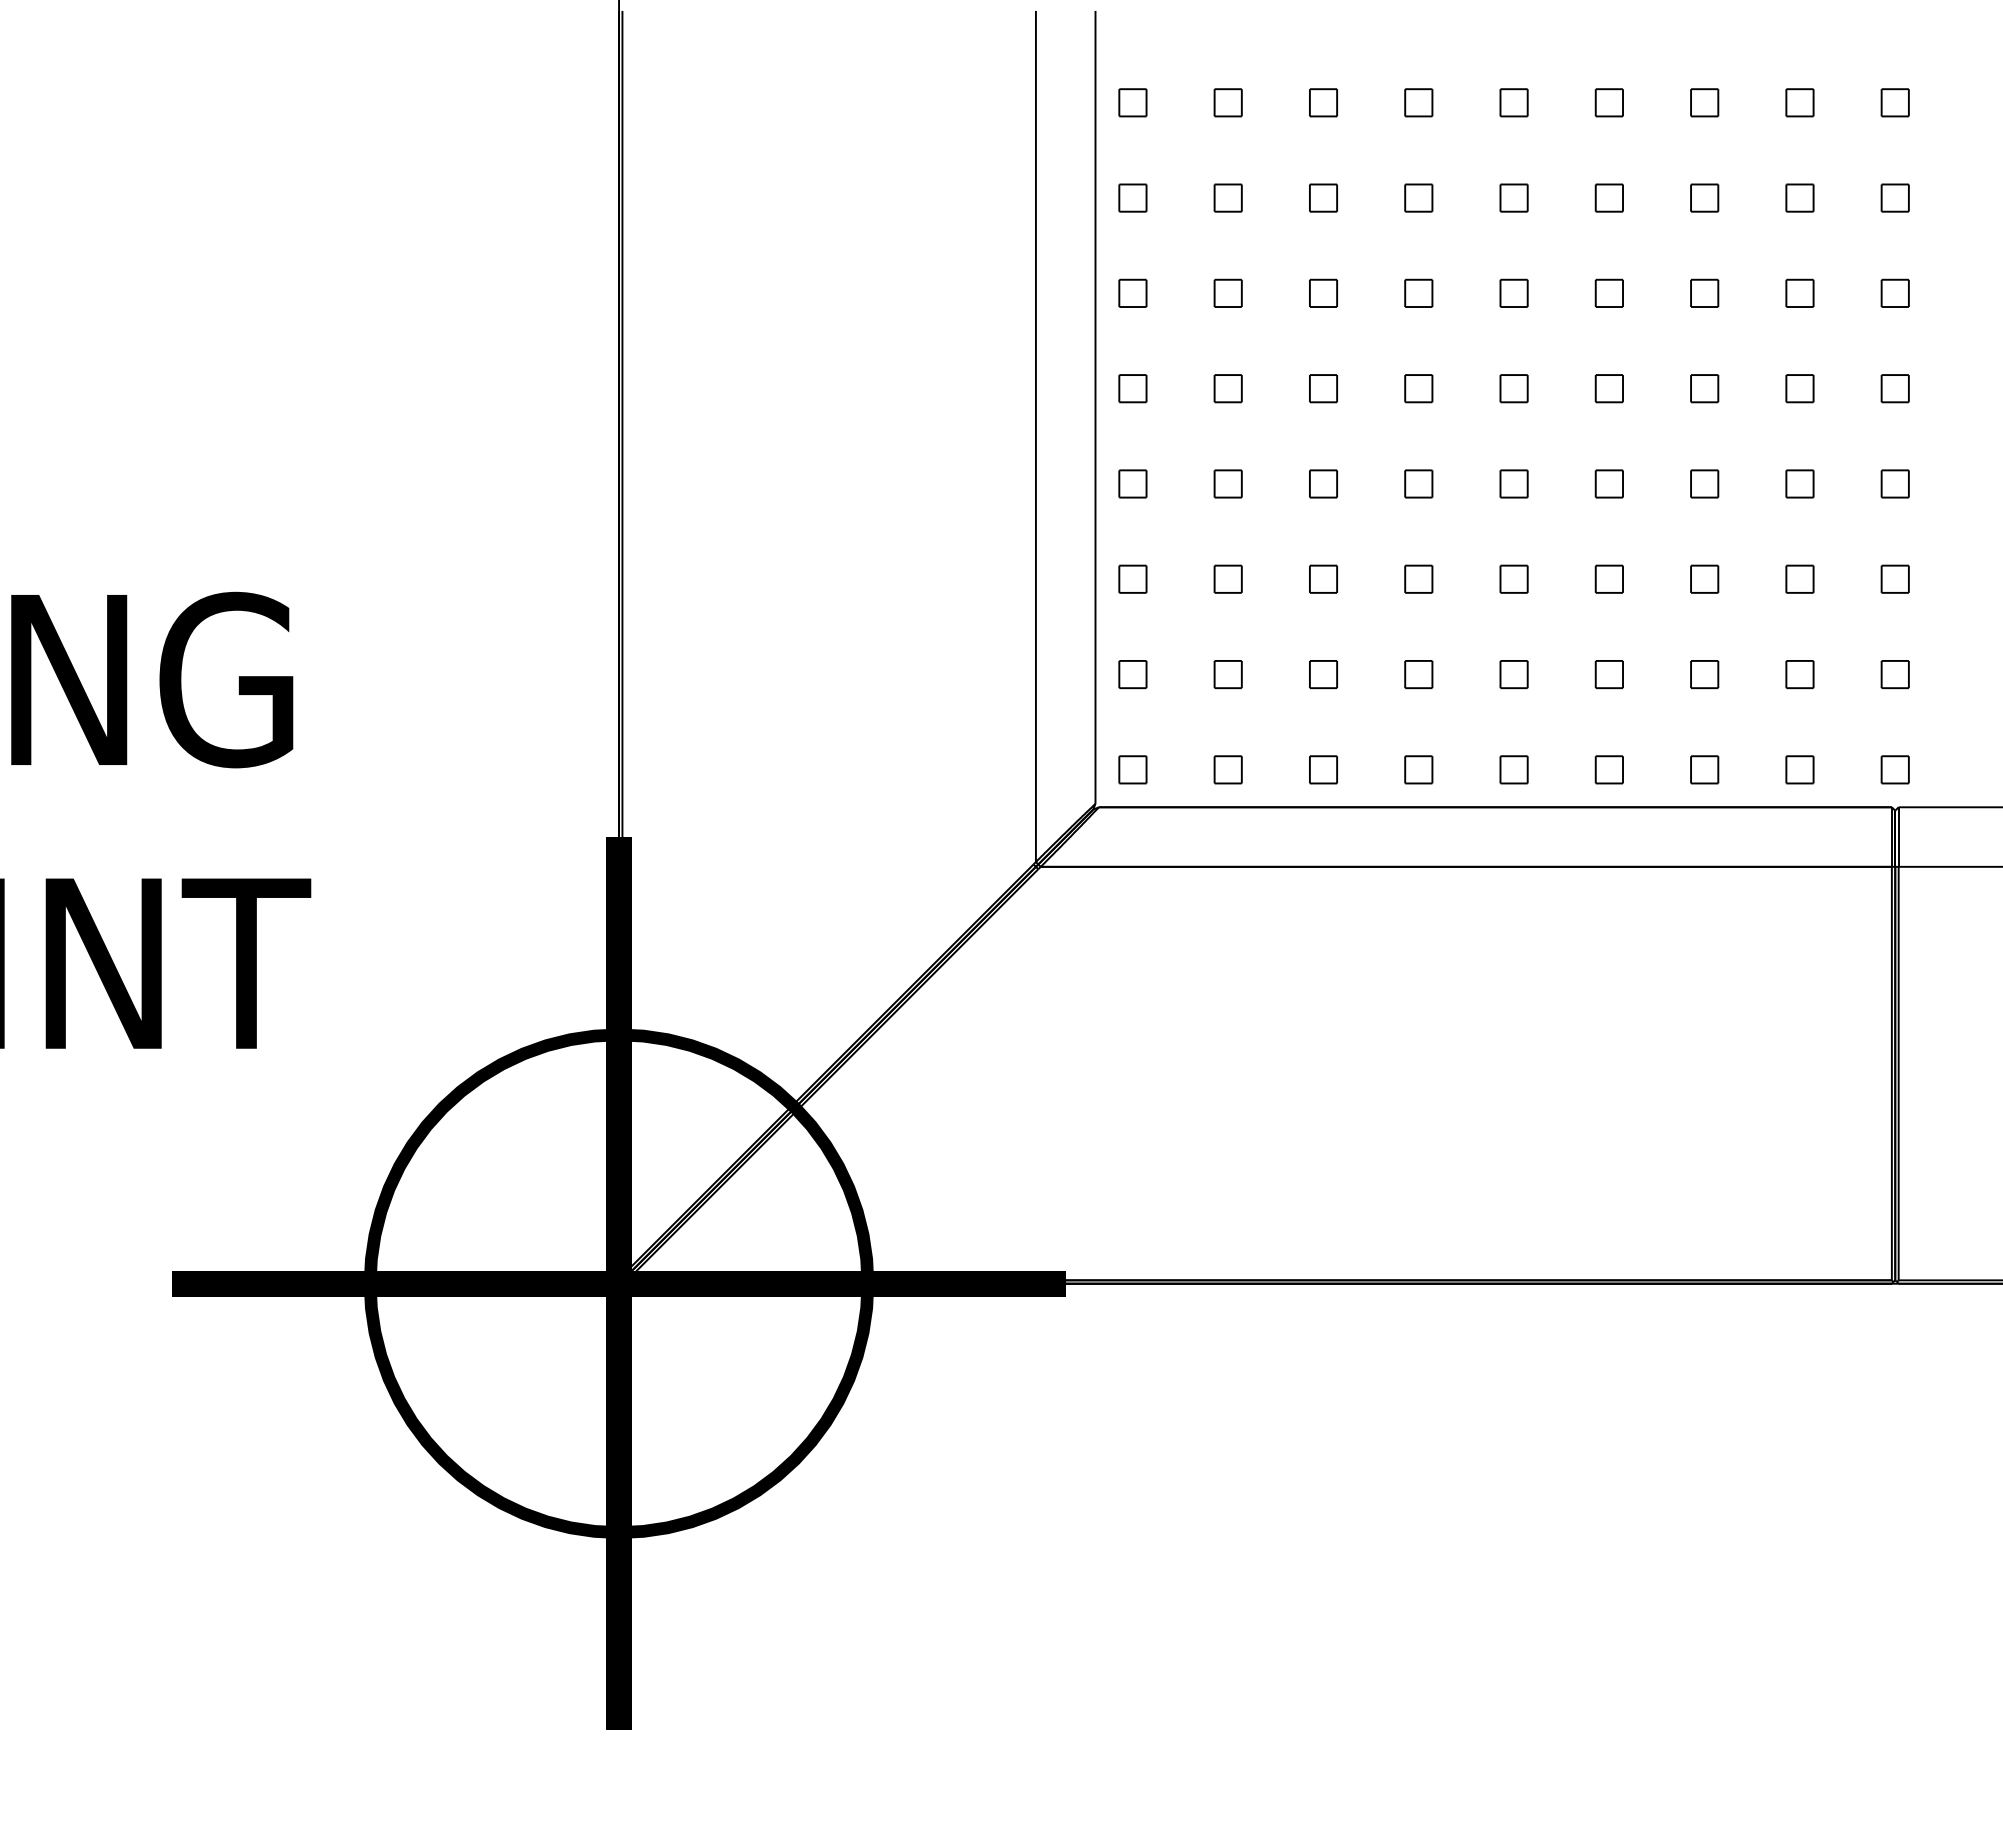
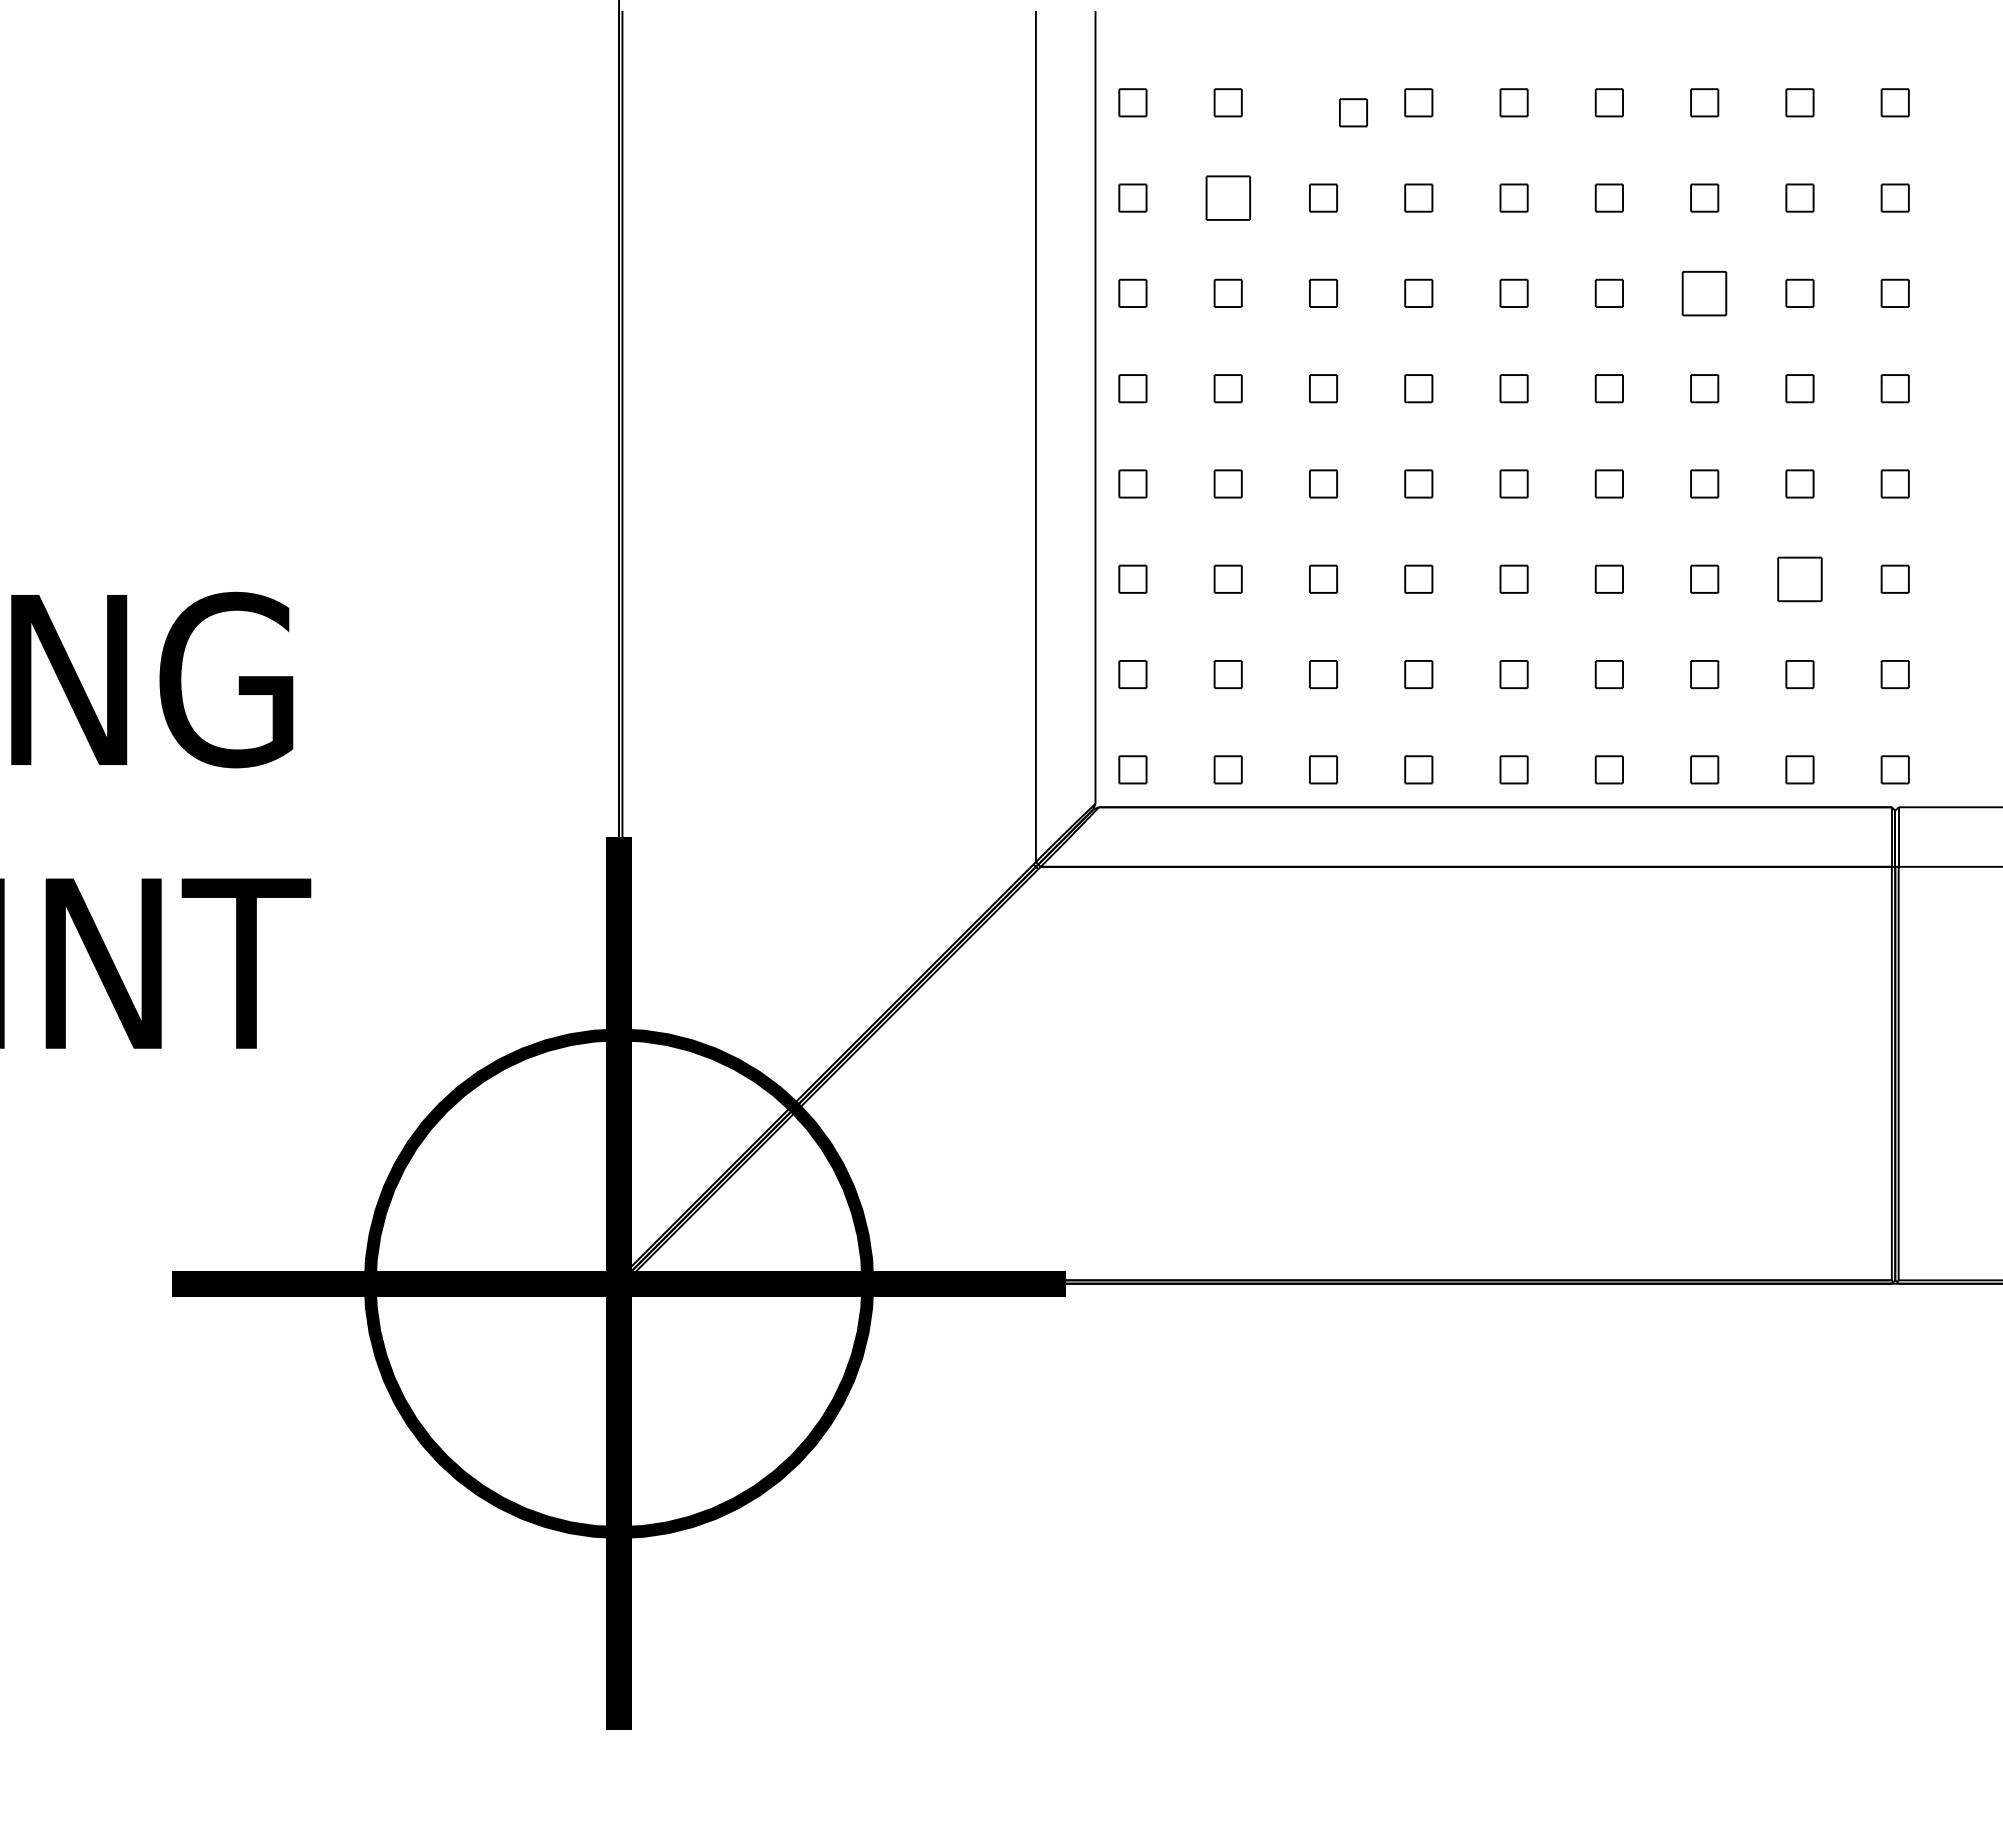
part at (1323, 102) position: (1323, 102) -> (1353, 112)
part at (1227, 197) size: 30x30 px -> 46x46 px
part at (1704, 292) size: 30x30 px -> 47x46 px
part at (1799, 578) size: 30x30 px -> 46x47 px
